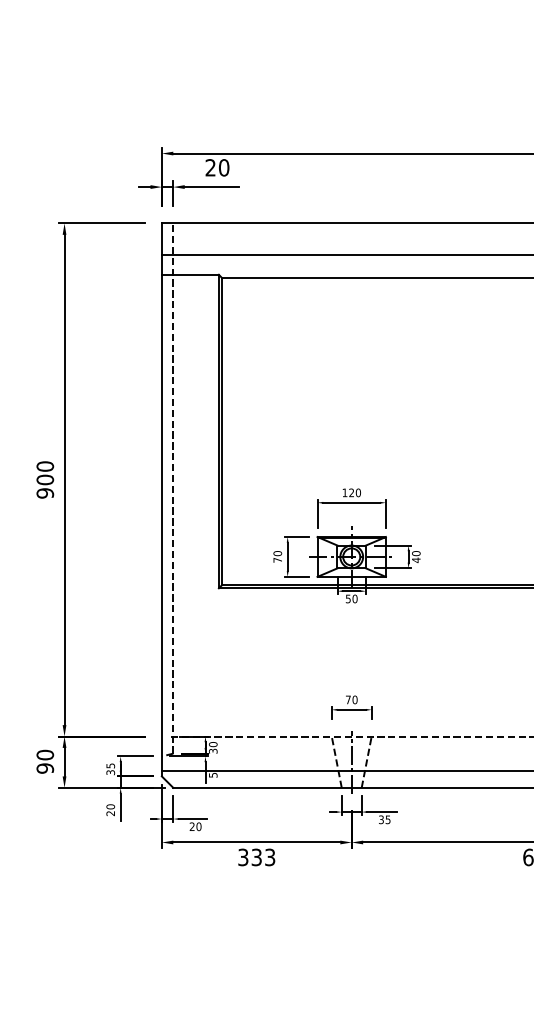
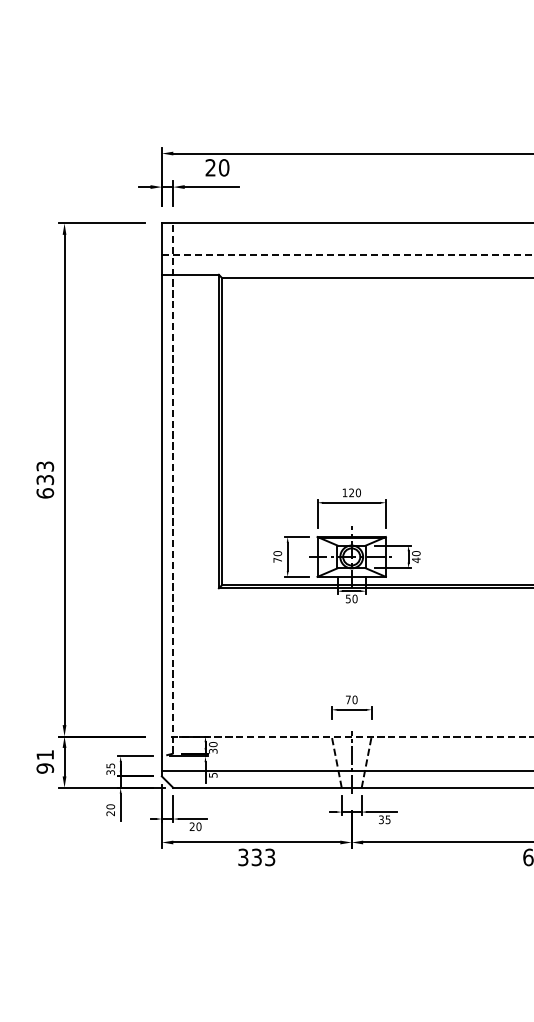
line at (347, 254): solid -> dashed
text at (45, 479): 900 -> 633
text at (45, 754): 90 -> 91
